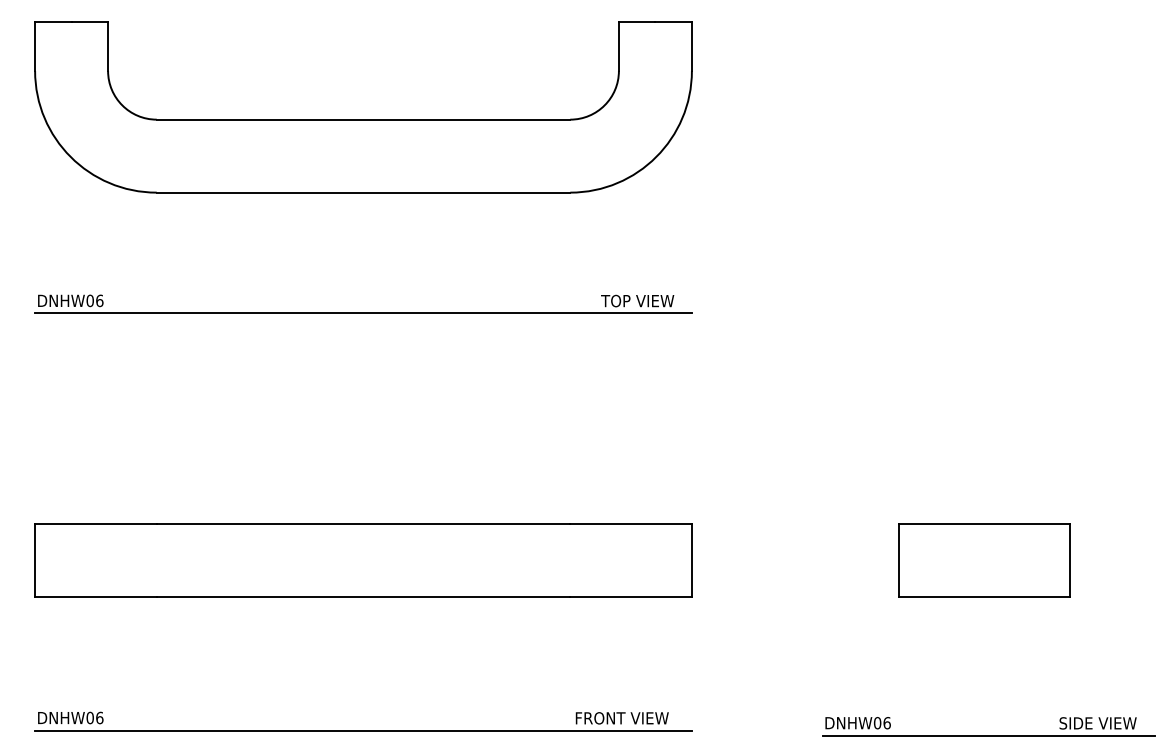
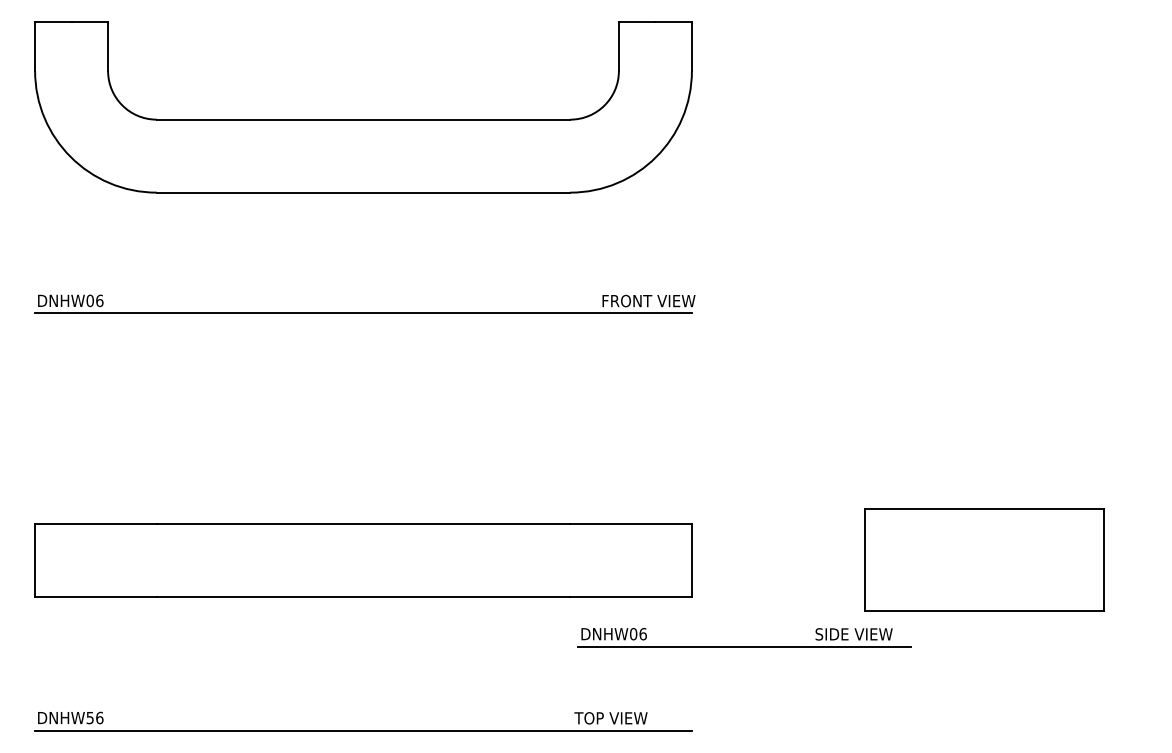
text at (648, 300): TOP VIEW -> FRONT VIEW
part at (984, 560) size: 173x75 px -> 241x104 px
text at (89, 717): DNHW06 -> DNHW56
text at (621, 718): FRONT VIEW -> TOP VIEW
part at (988, 735) position: (988, 735) -> (744, 646)
